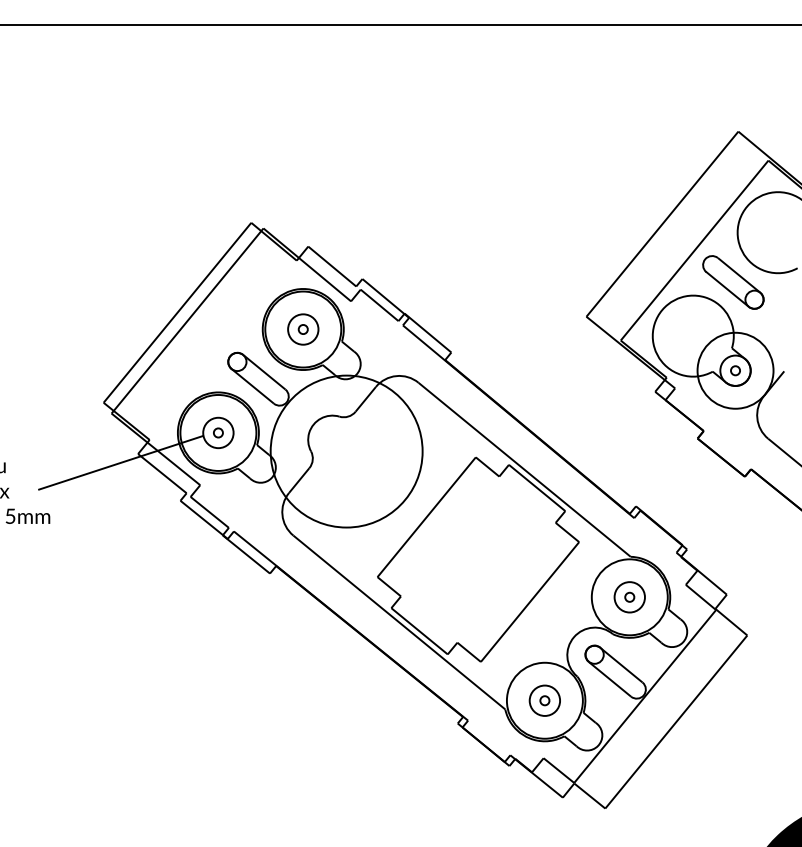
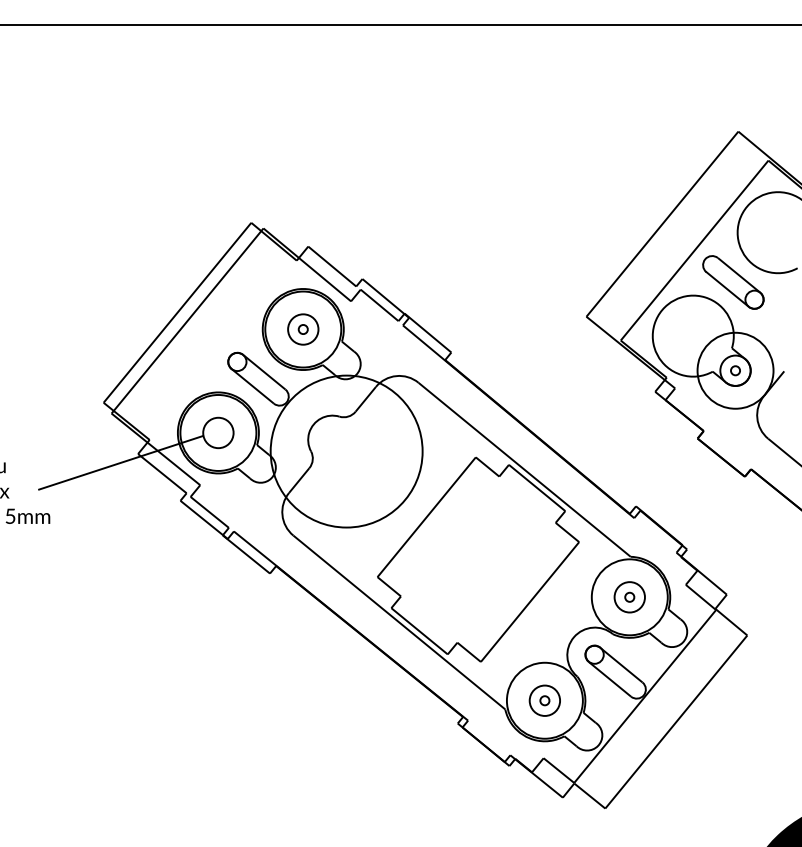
part at (218, 432): present -> none
